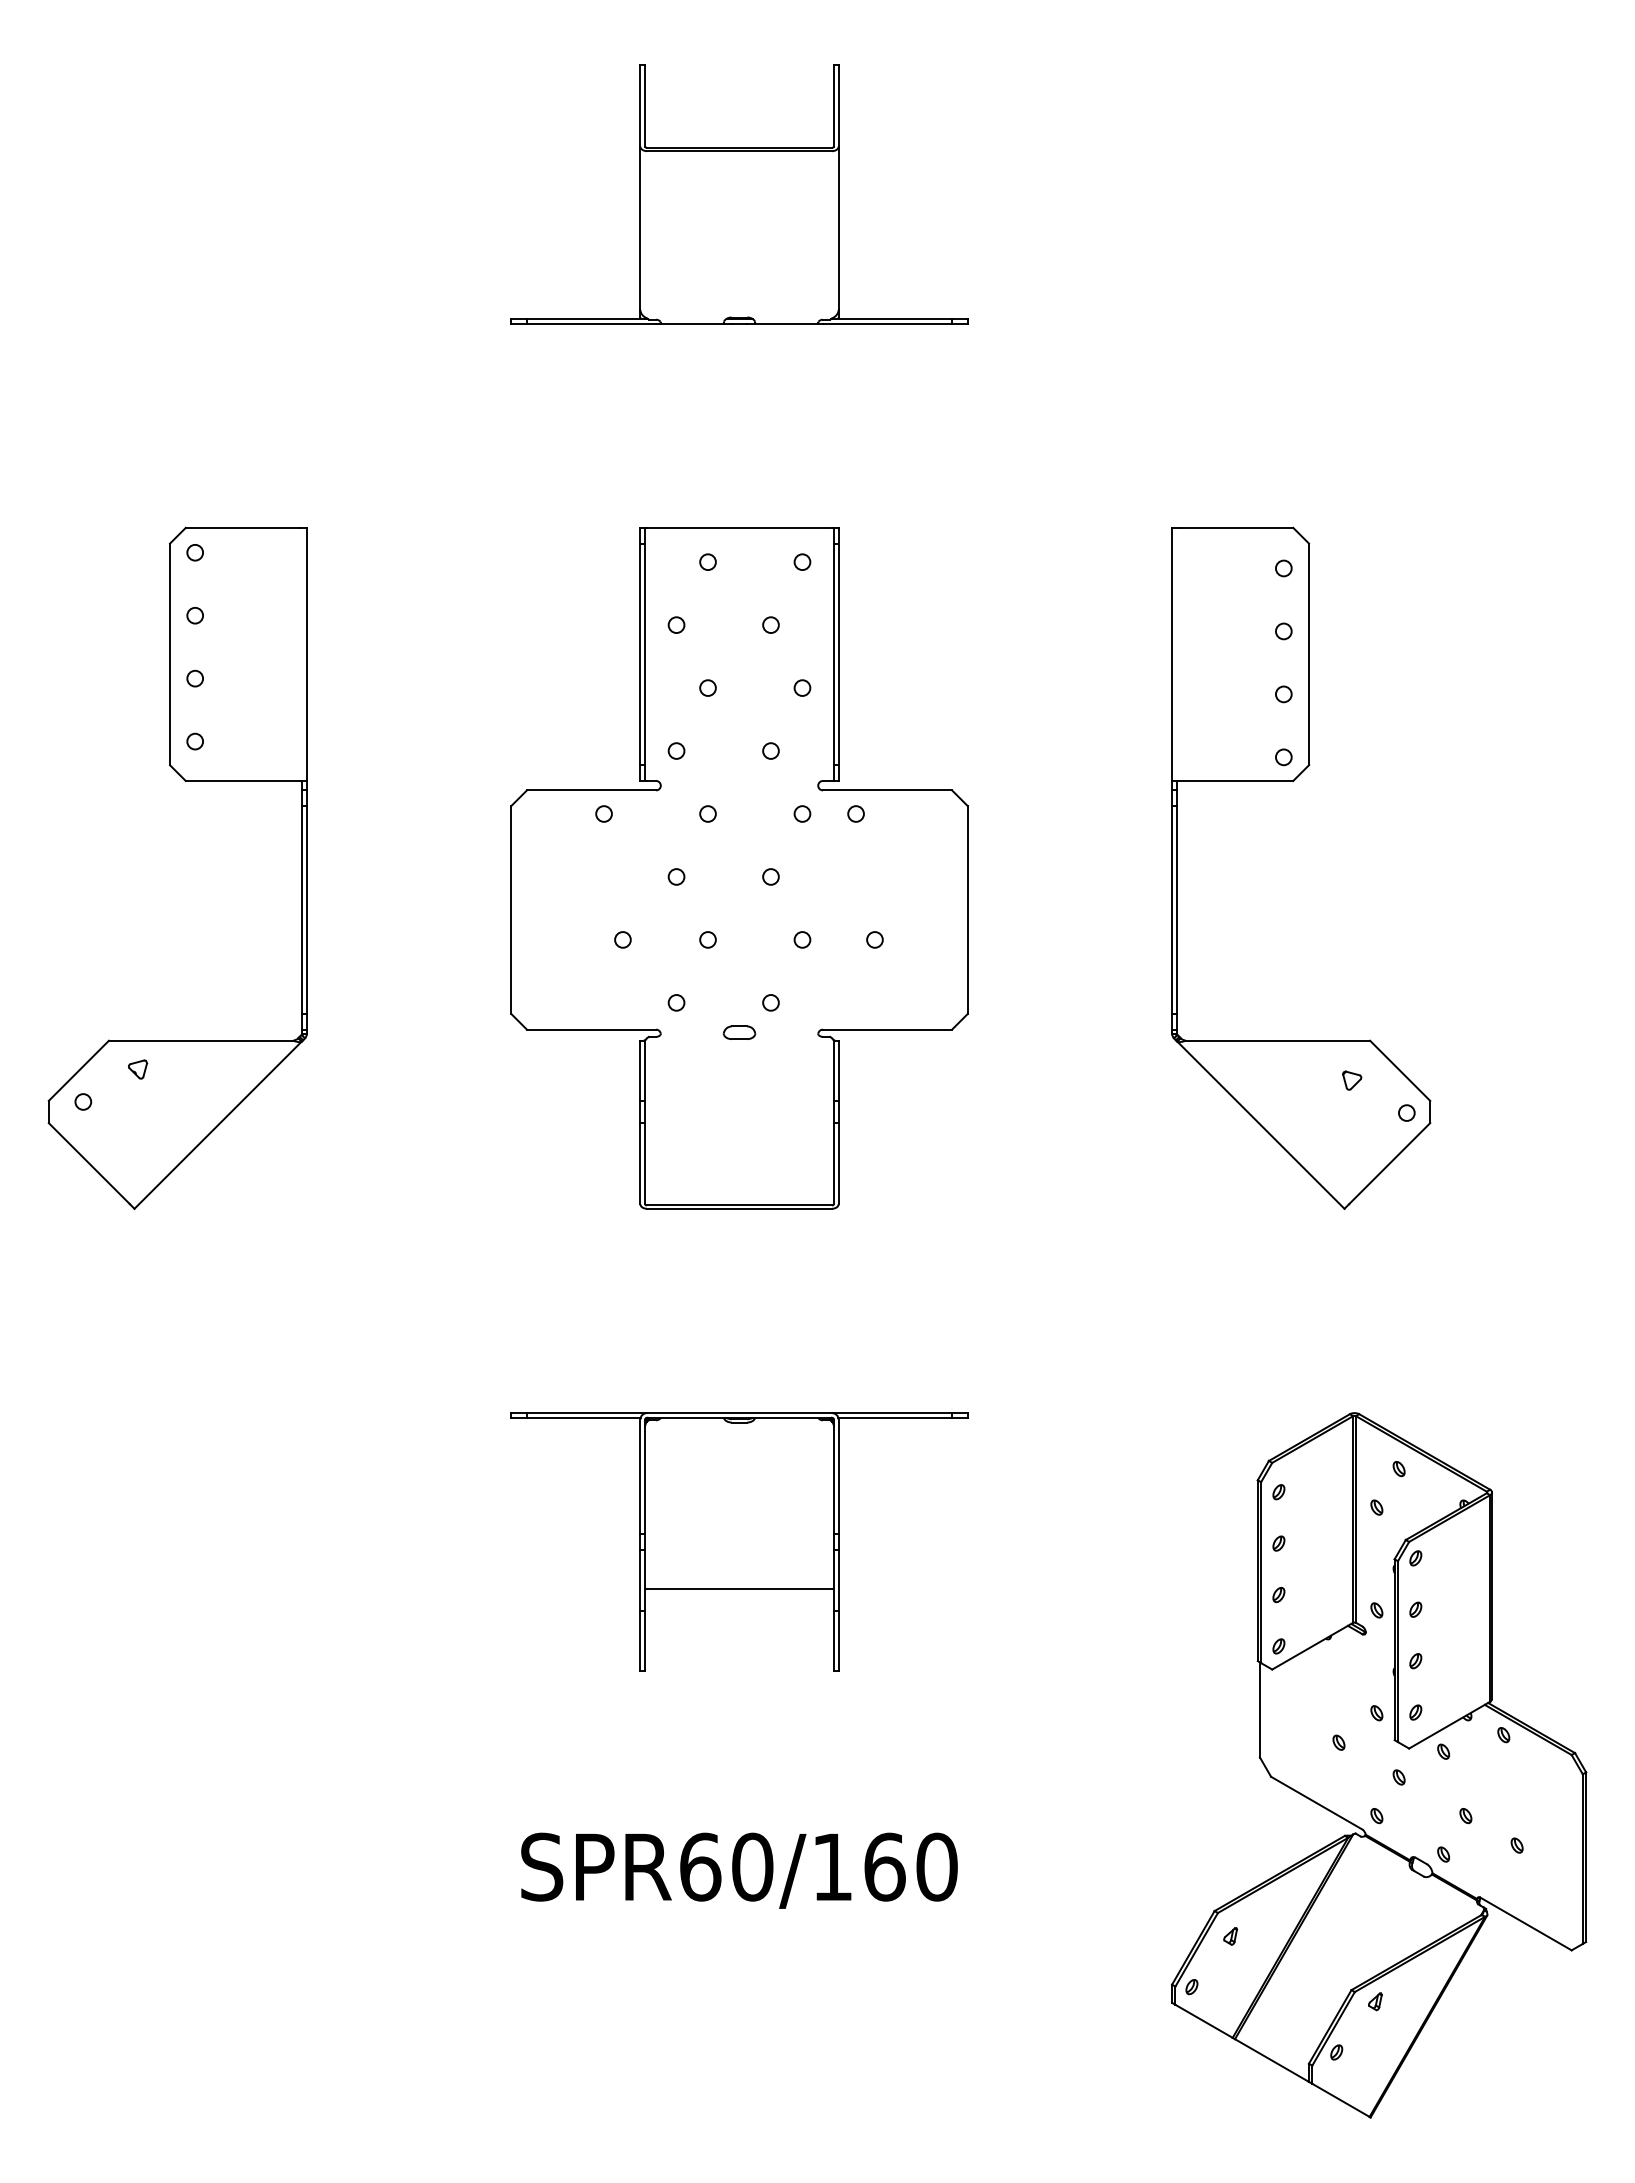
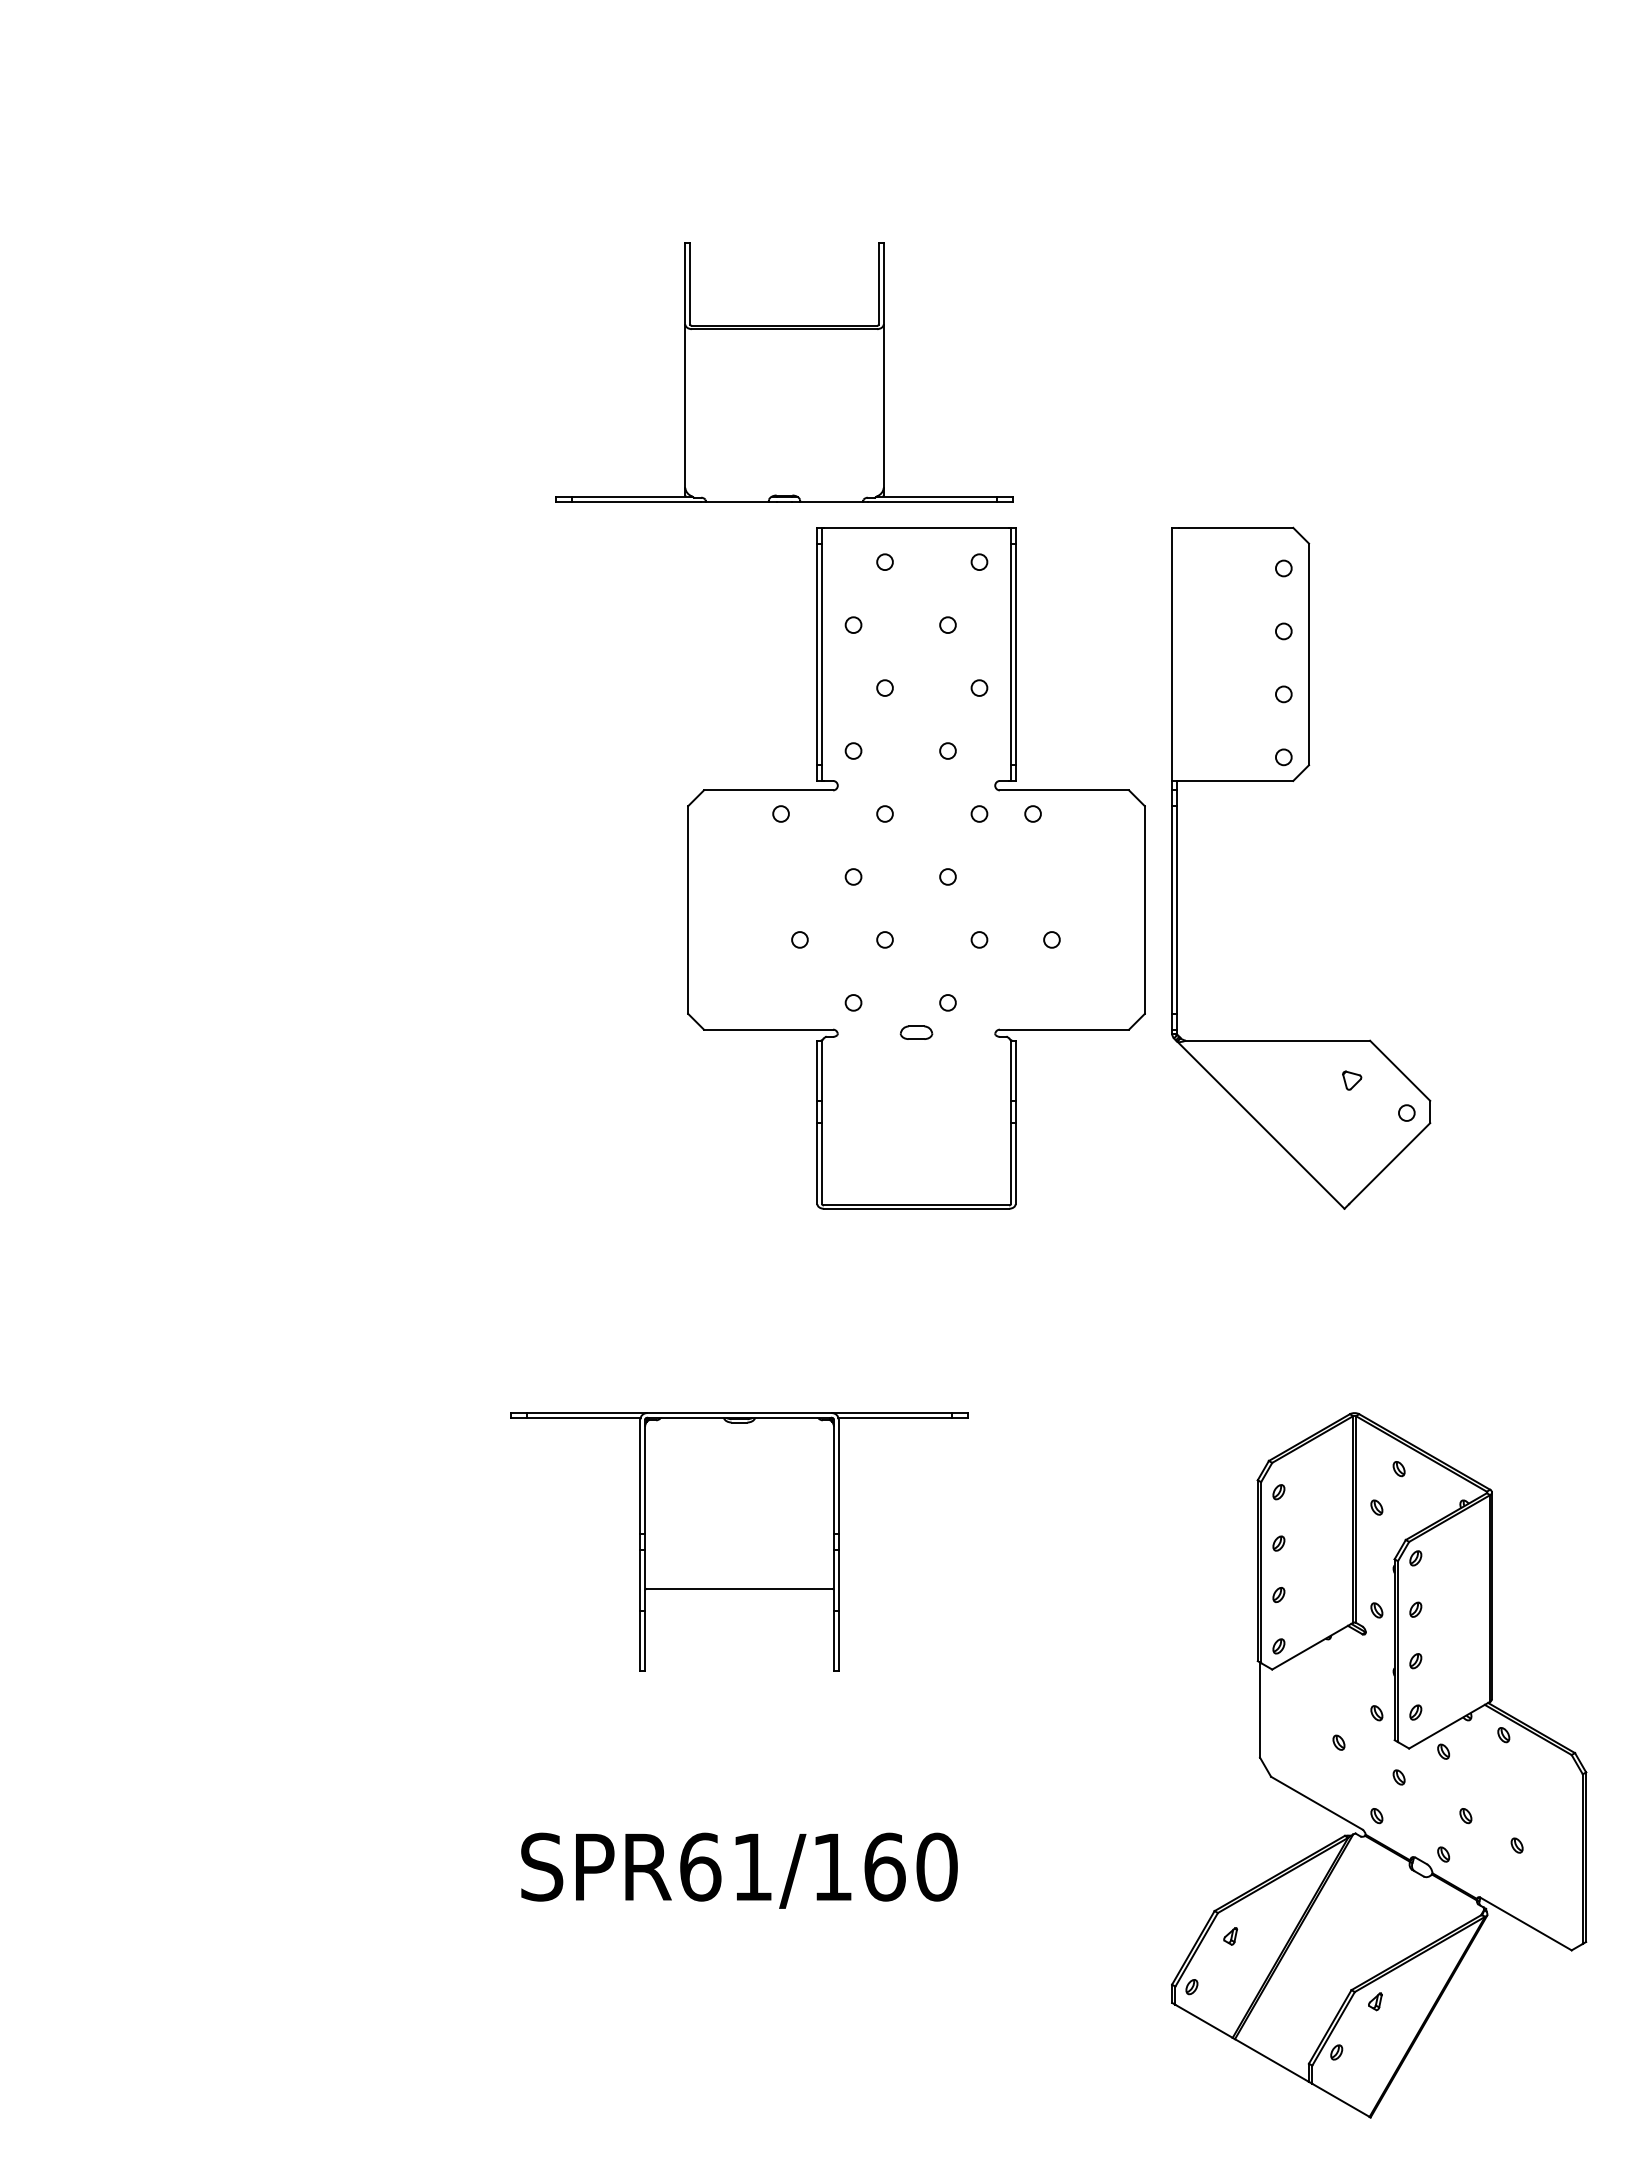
part at (739, 194) position: (739, 194) -> (784, 372)
part at (184, 781): present -> none
part at (739, 868) position: (739, 868) -> (916, 868)
text at (752, 1866): SPR60/160 -> SPR61/160
